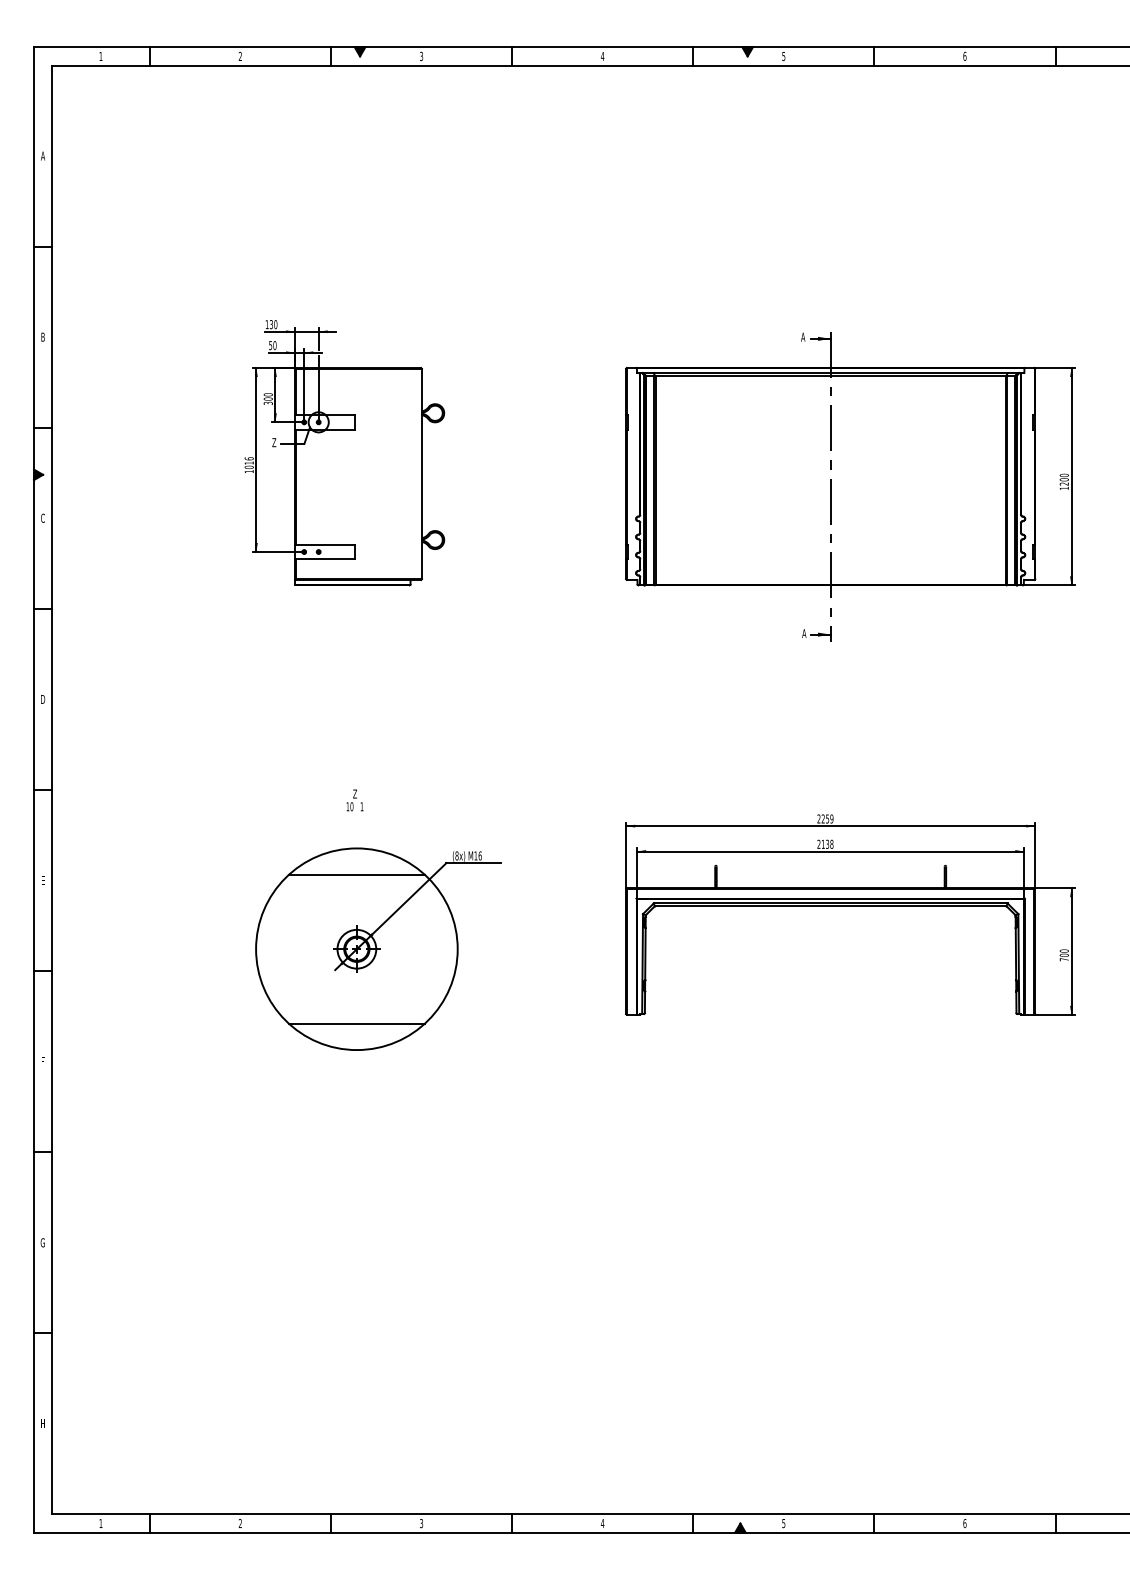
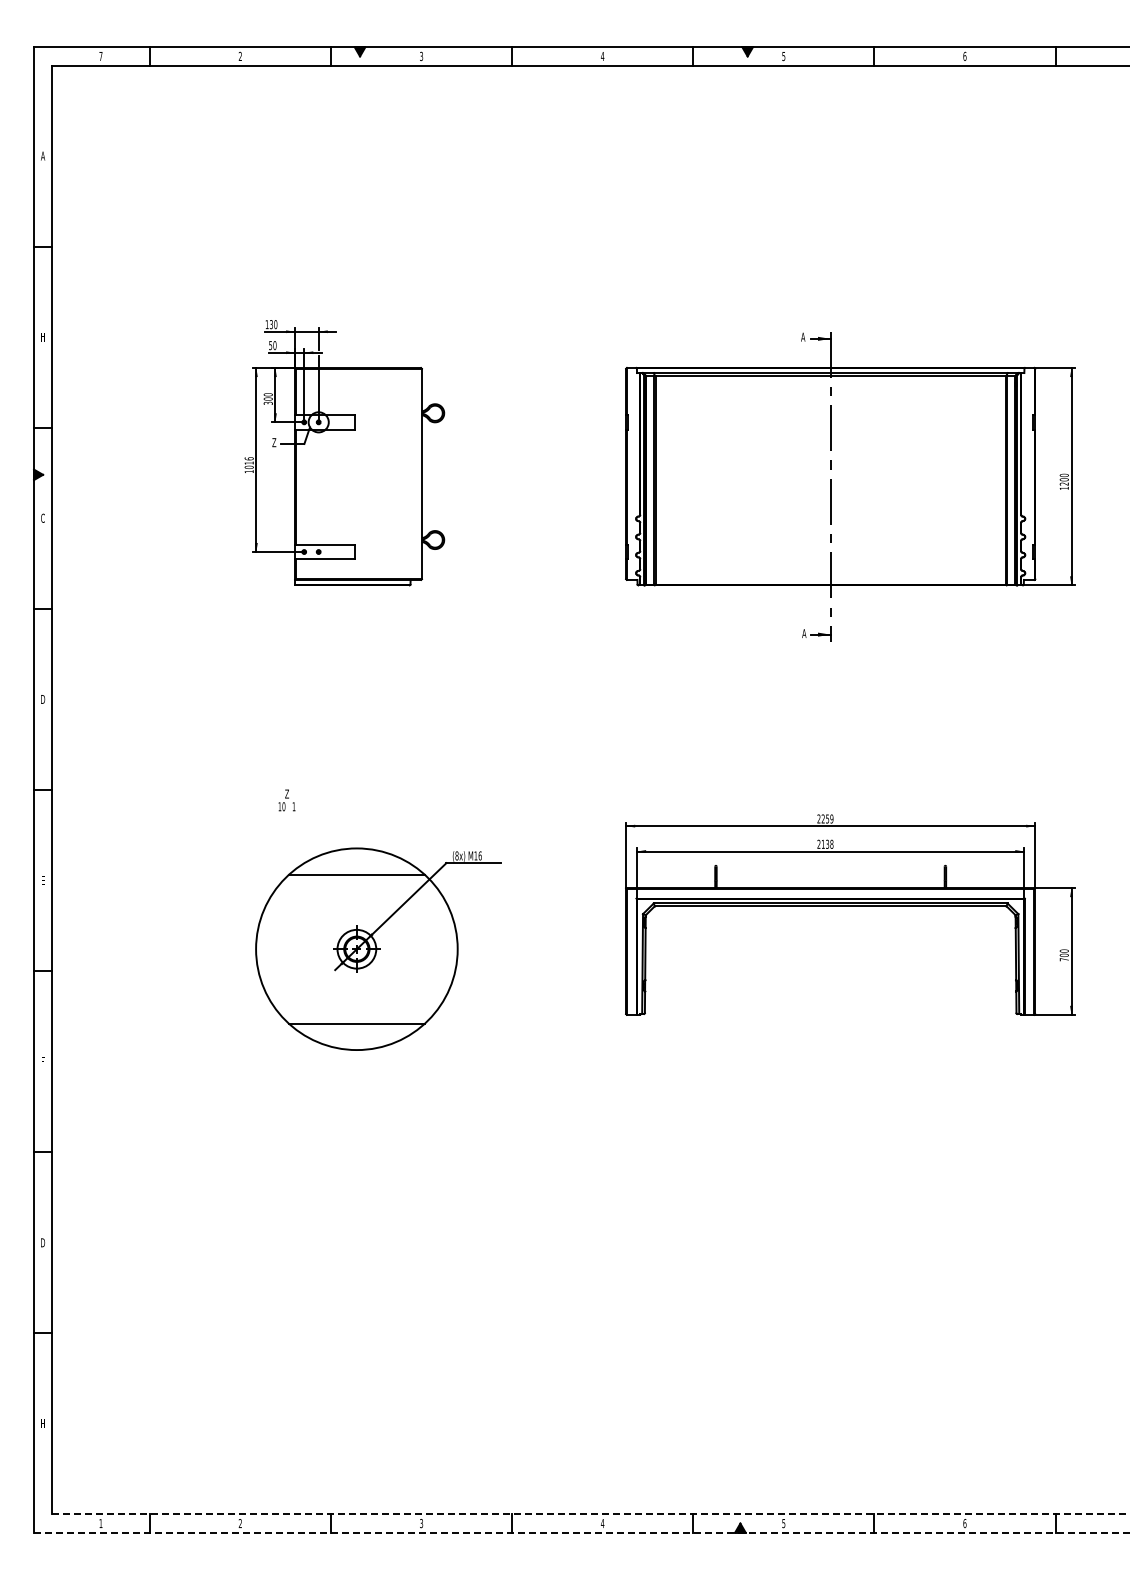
text at (100, 56): 1 -> 7
text at (42, 336): B -> H
text at (354, 800) position: (354, 800) -> (286, 800)
text at (42, 1242): G -> D
line at (590, 1514): solid -> dashed
line at (581, 1532): solid -> dashed
